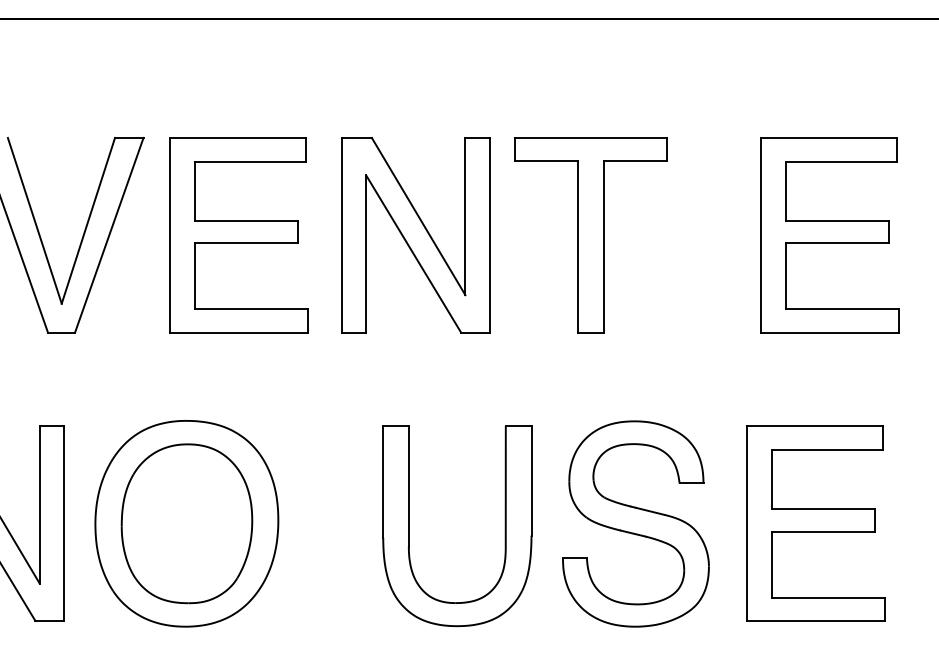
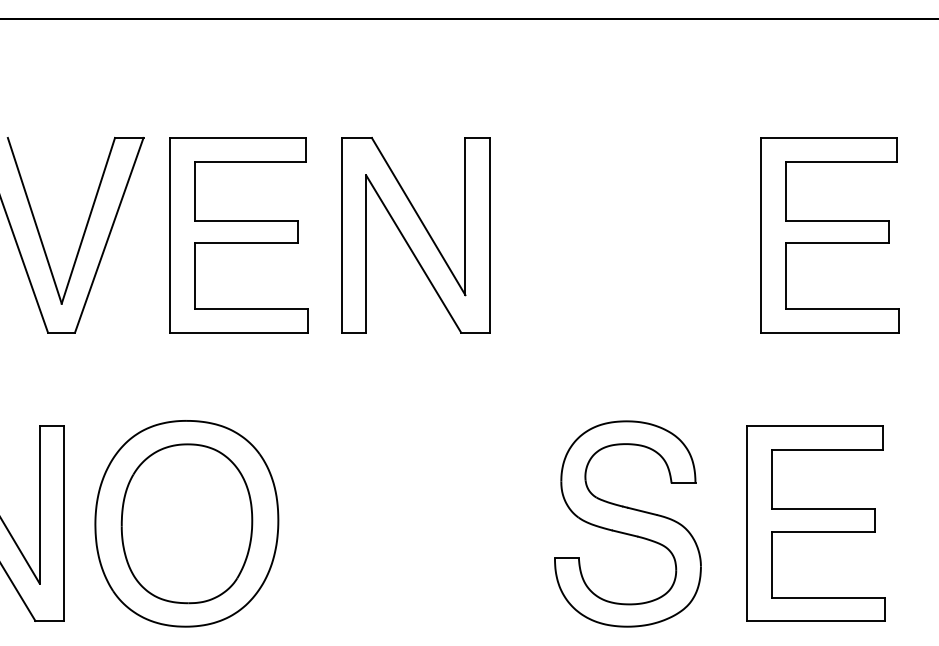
part at (590, 235): present -> none
part at (635, 523) position: (635, 523) -> (627, 523)
part at (504, 526): present -> none
